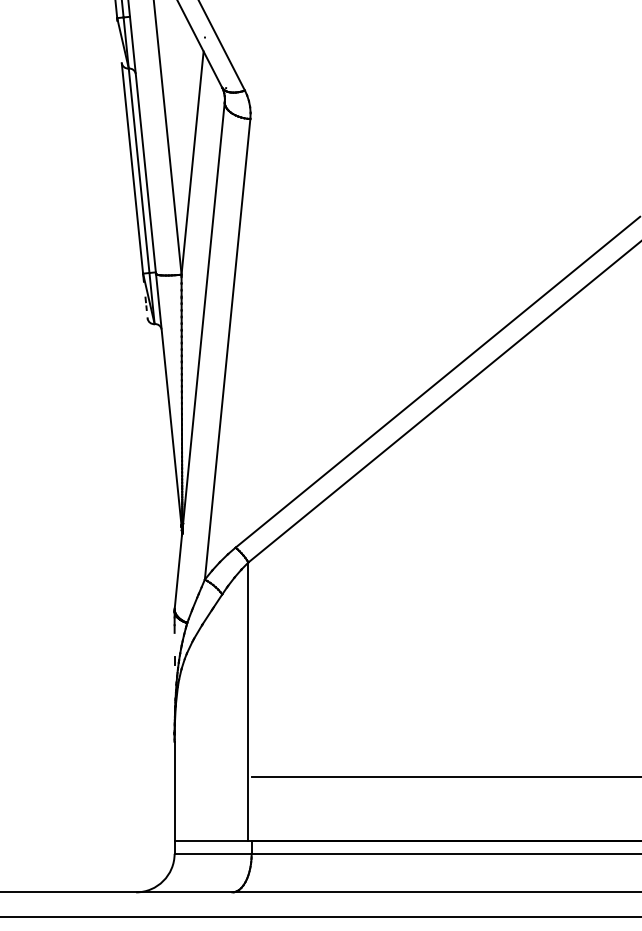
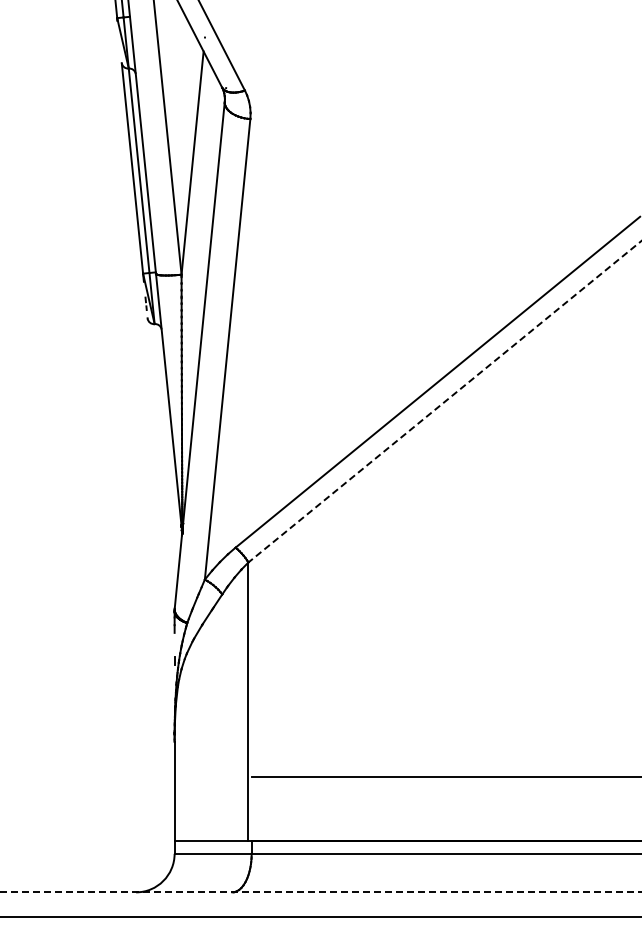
line at (444, 401): solid -> dashed
line at (321, 892): solid -> dashed
